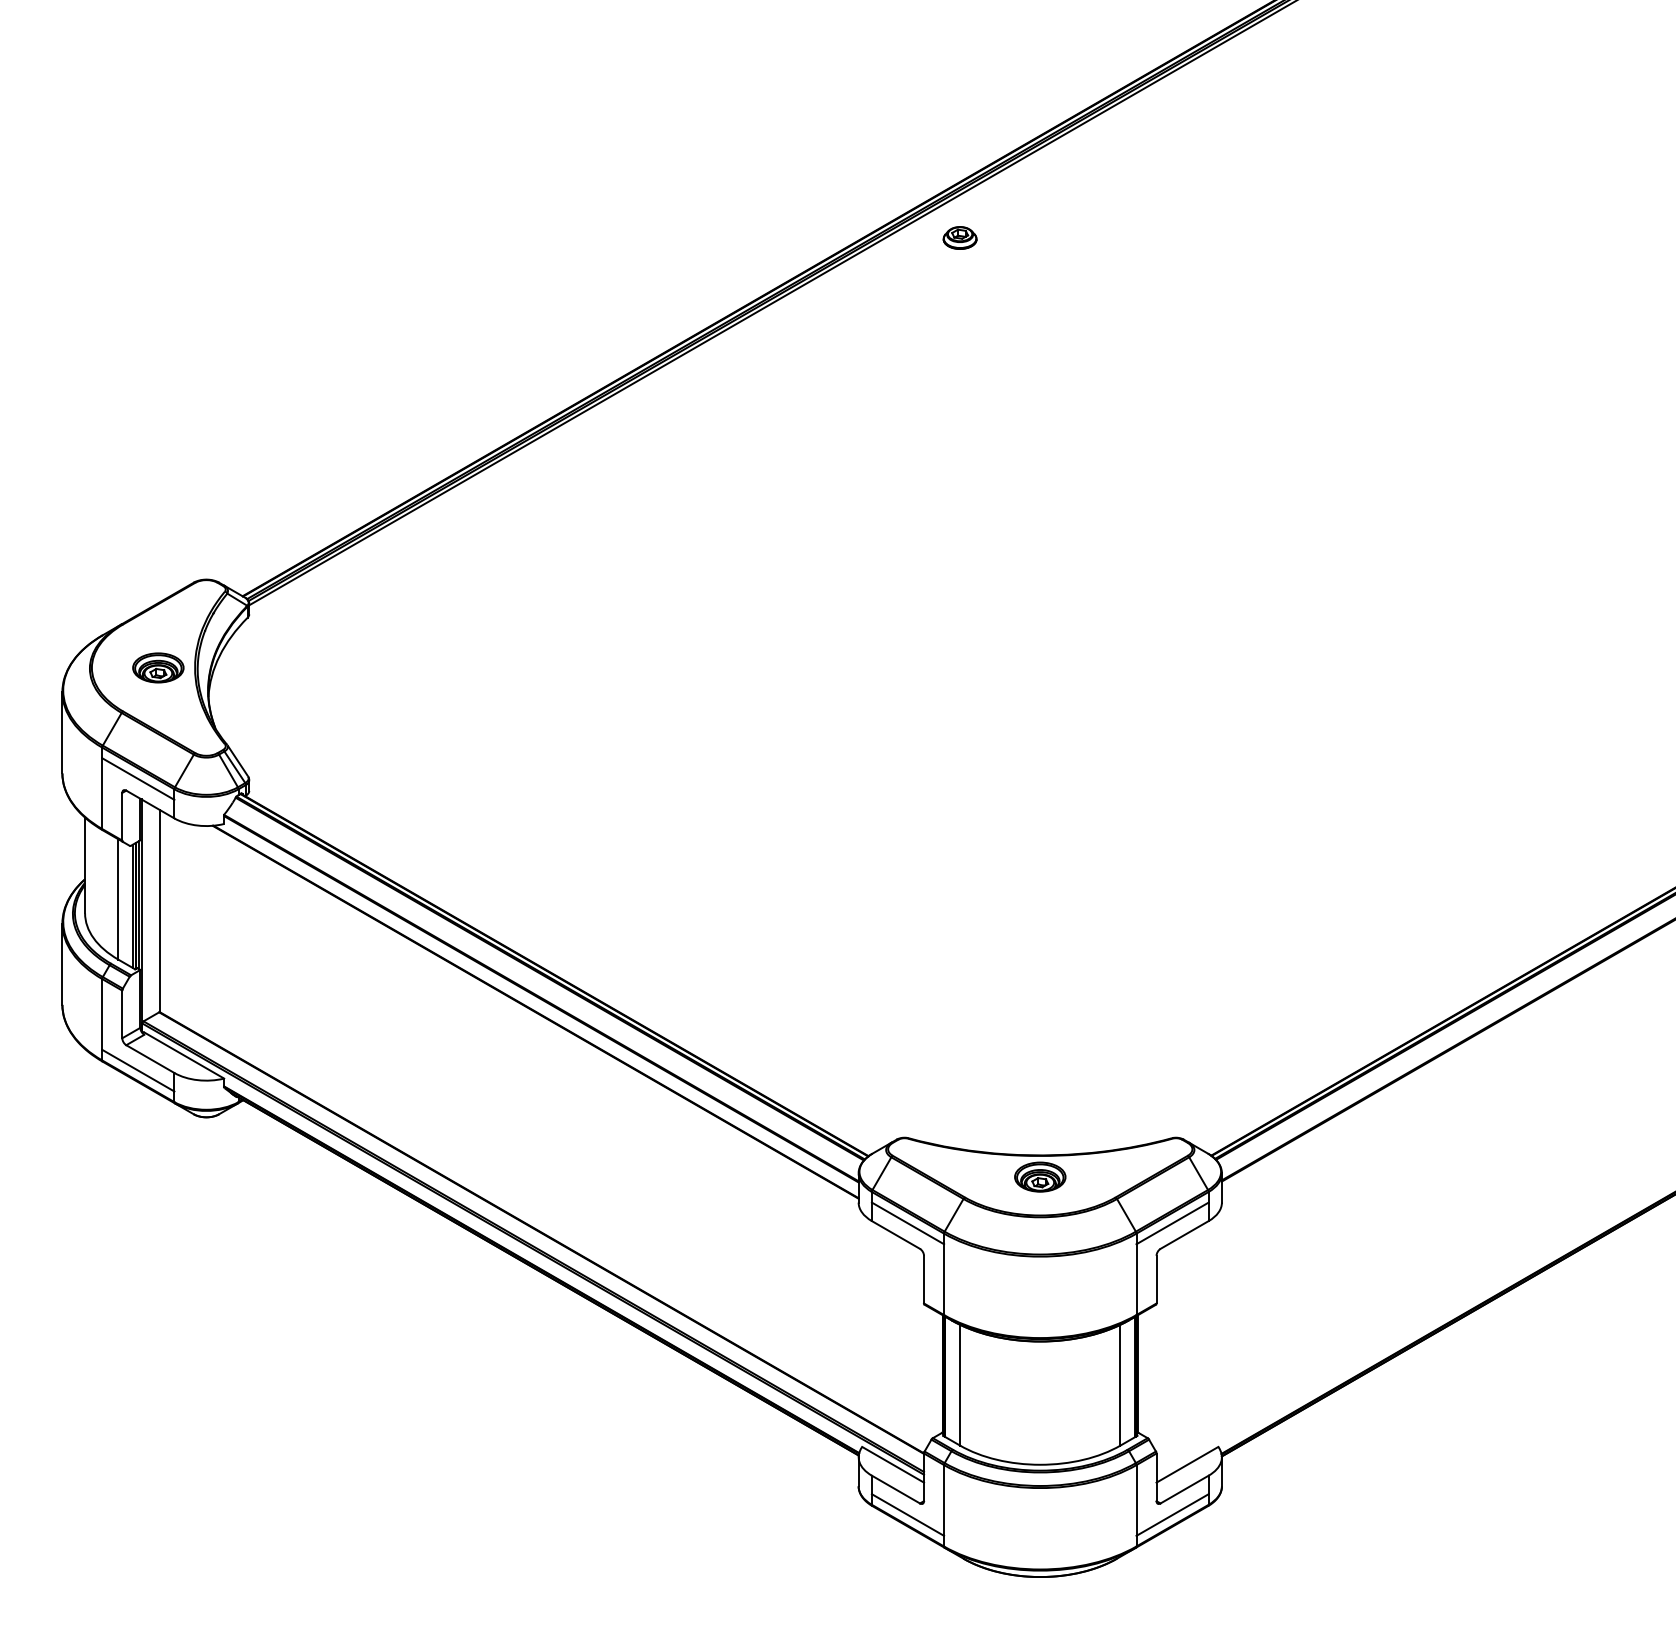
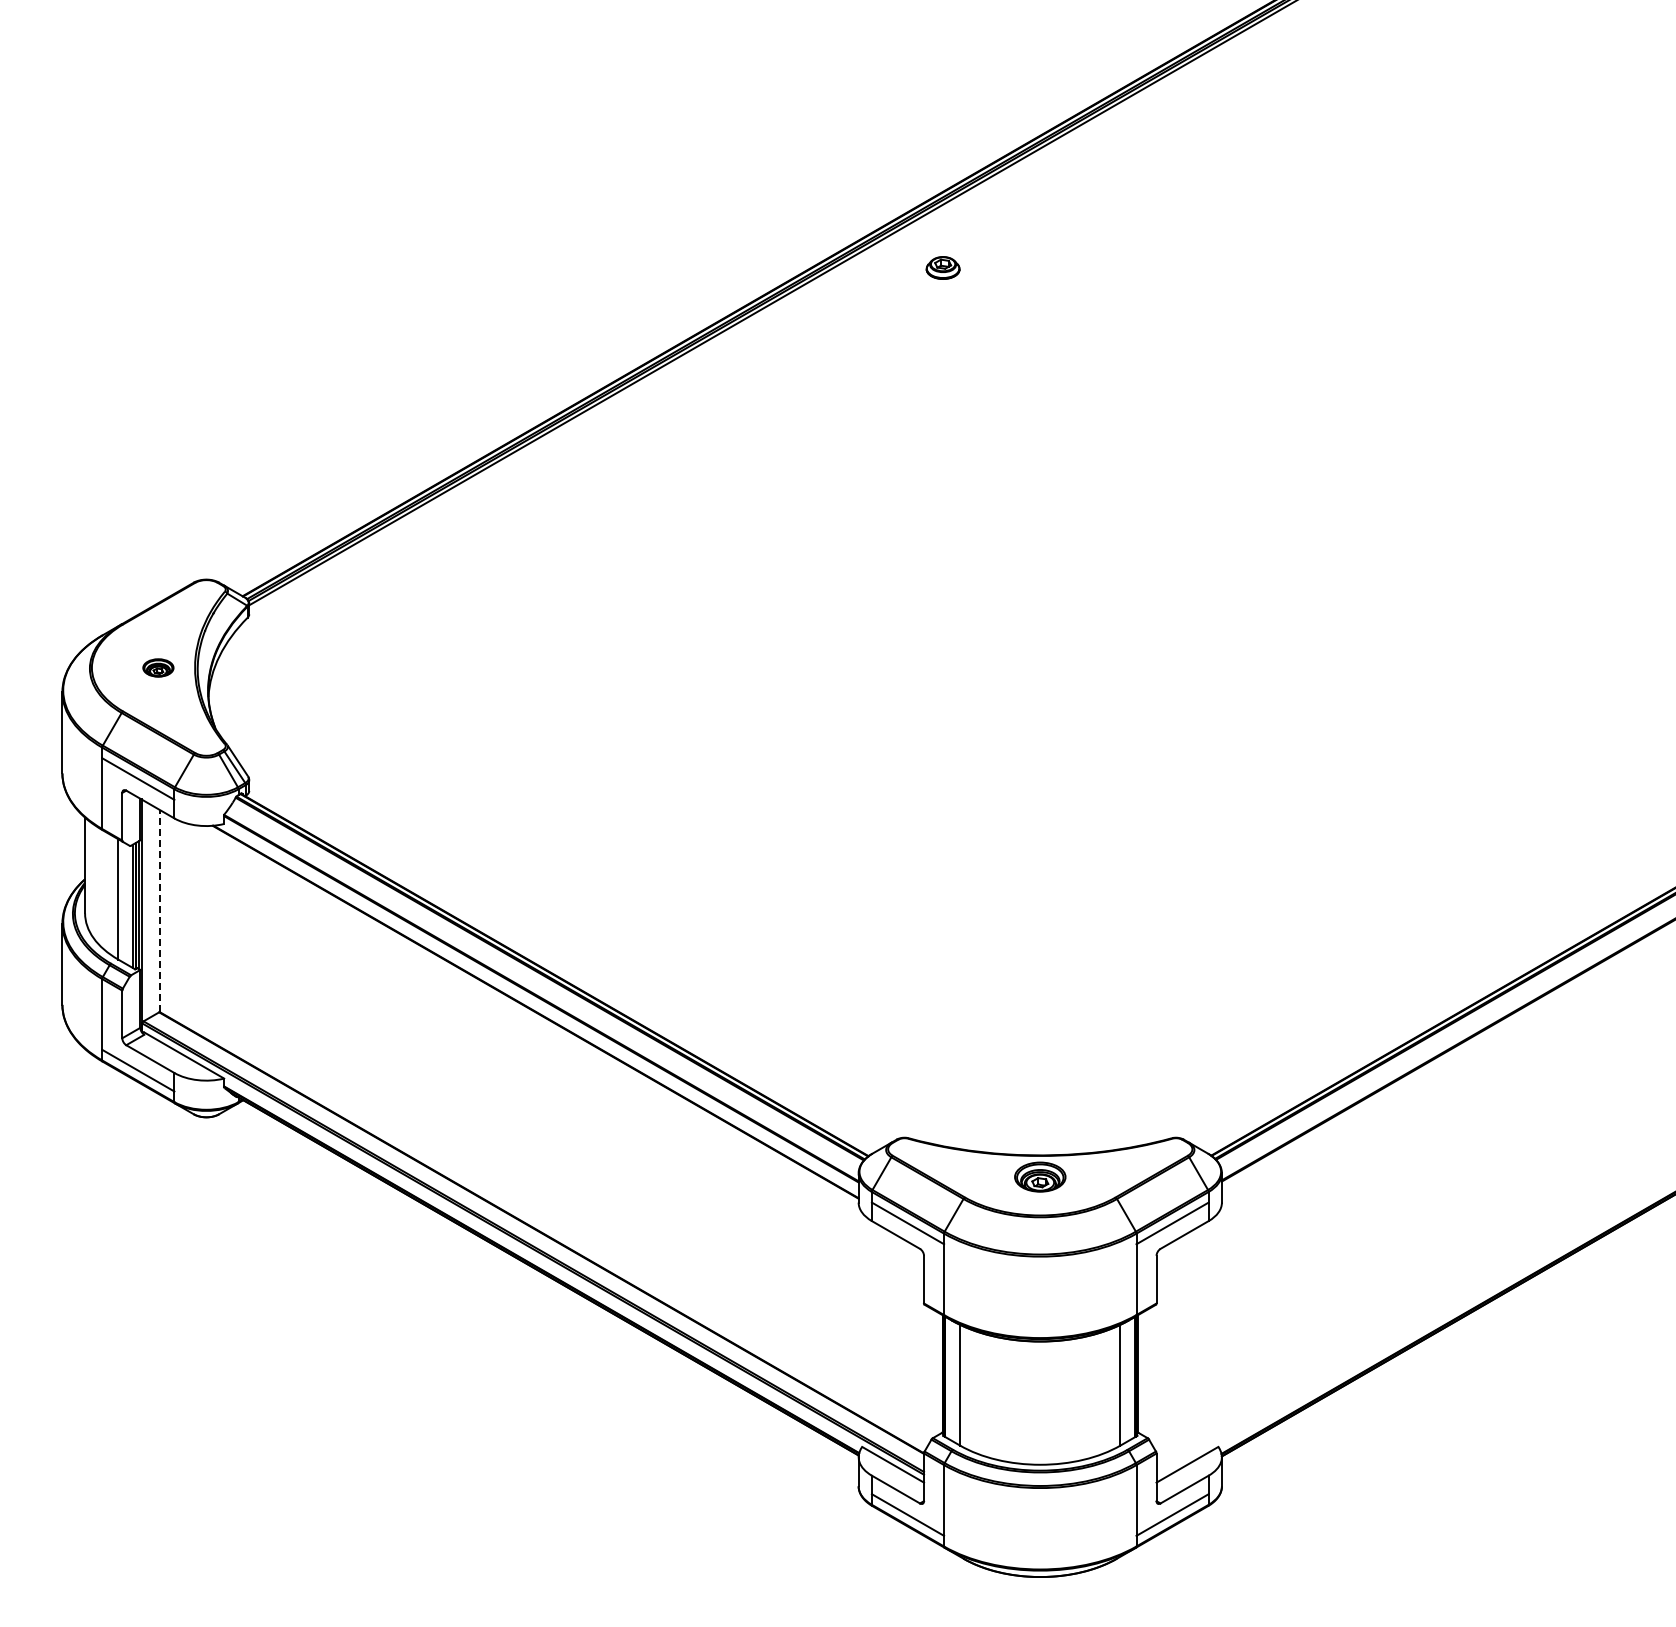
part at (959, 237) position: (959, 237) -> (942, 267)
part at (158, 667) size: 53x32 px -> 33x20 px
line at (160, 910): solid -> dashed
